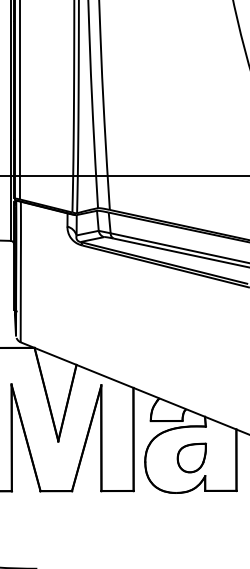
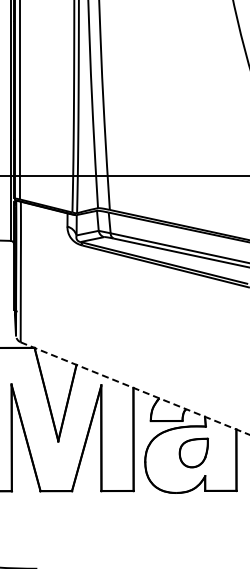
line at (135, 388): solid -> dashed
part at (191, 457) position: (191, 457) -> (193, 452)
